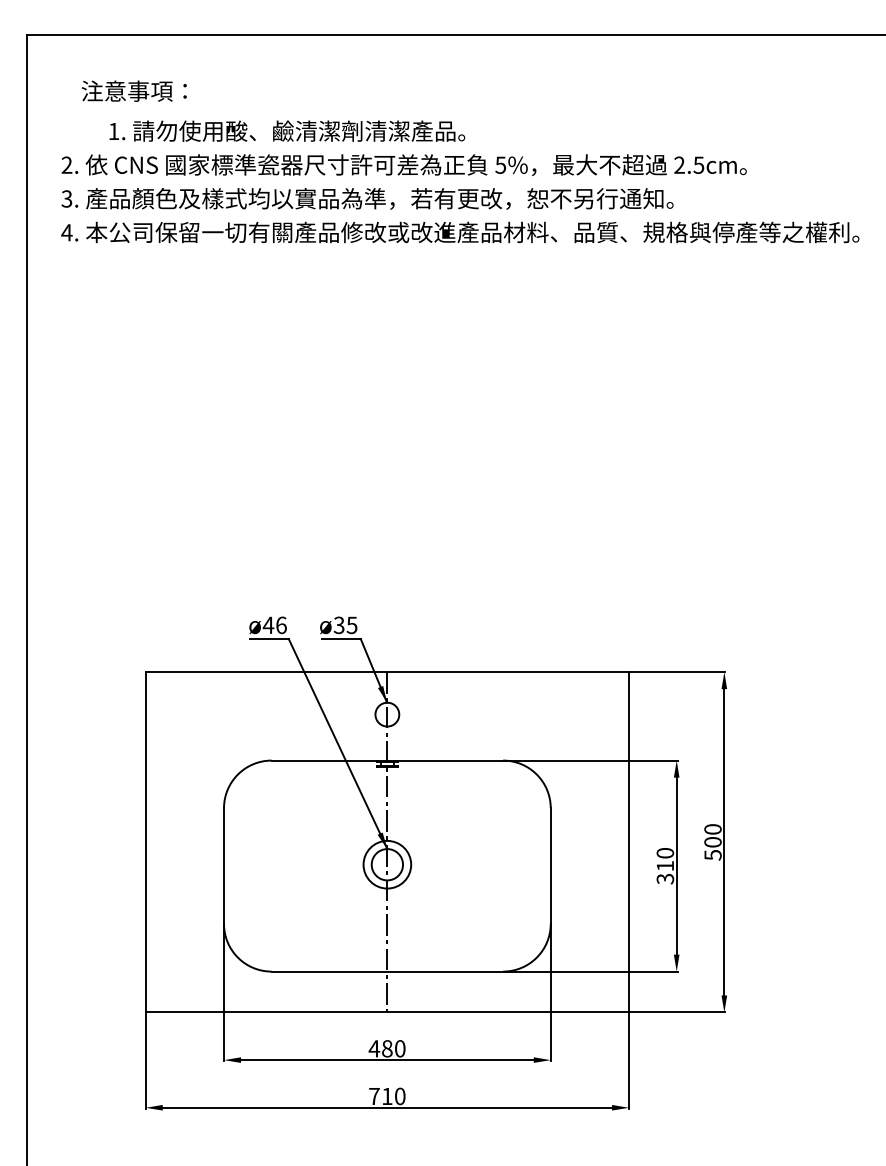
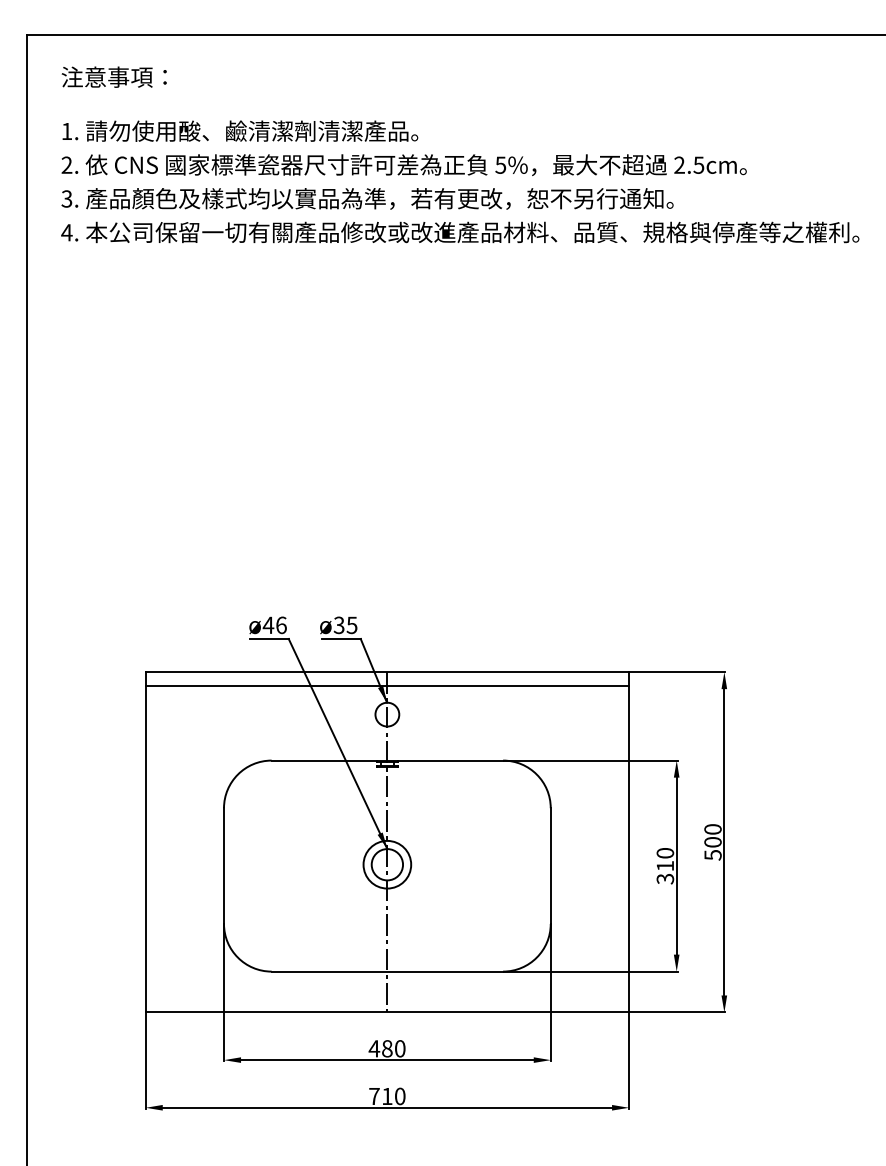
text at (133, 90) position: (133, 90) -> (113, 76)
text at (287, 130) position: (287, 130) -> (240, 130)
line at (387, 685): none -> present
